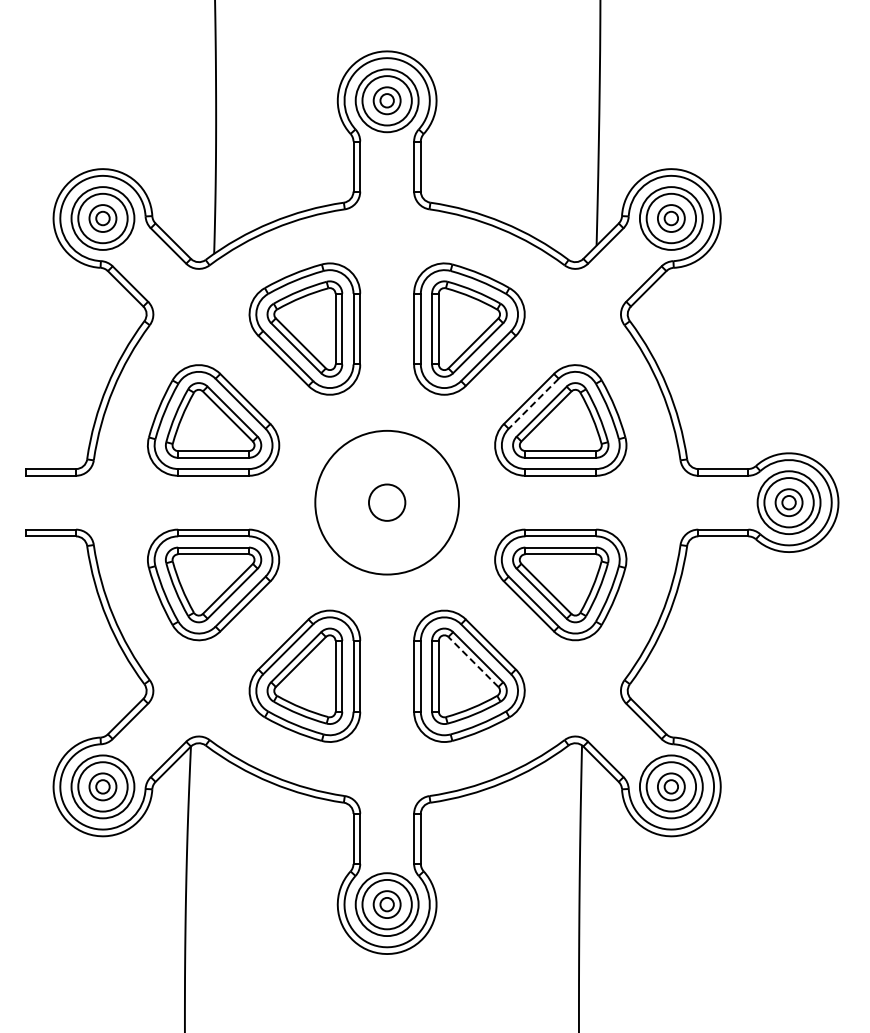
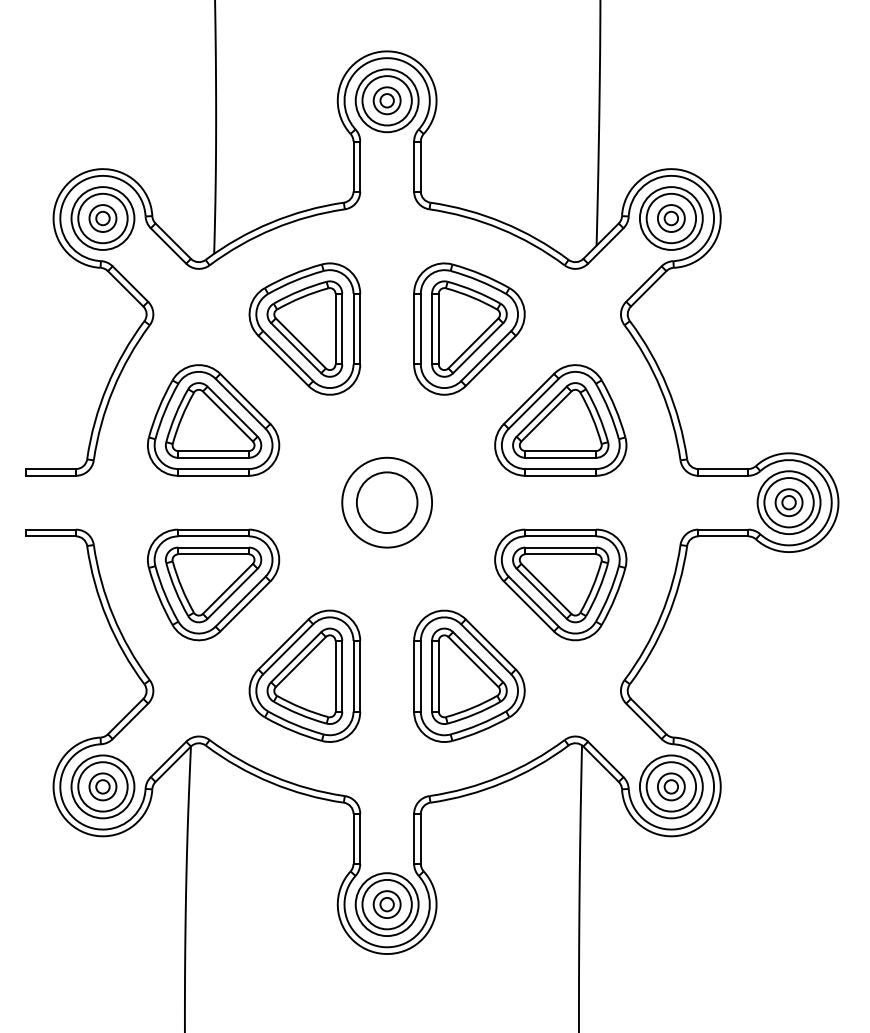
line at (533, 404): dashed -> solid
circle at (386, 502) diameter: 36 px -> 61 px
circle at (387, 502) diameter: 144 px -> 90 px
line at (473, 661): dashed -> solid
